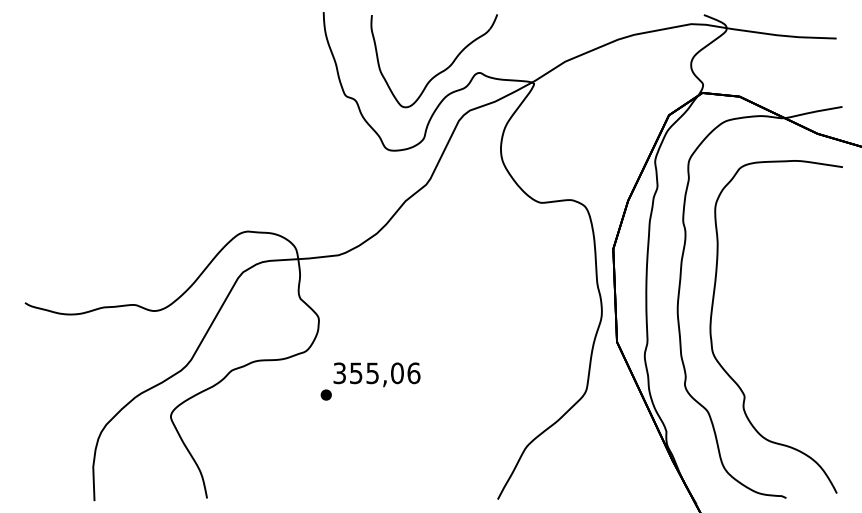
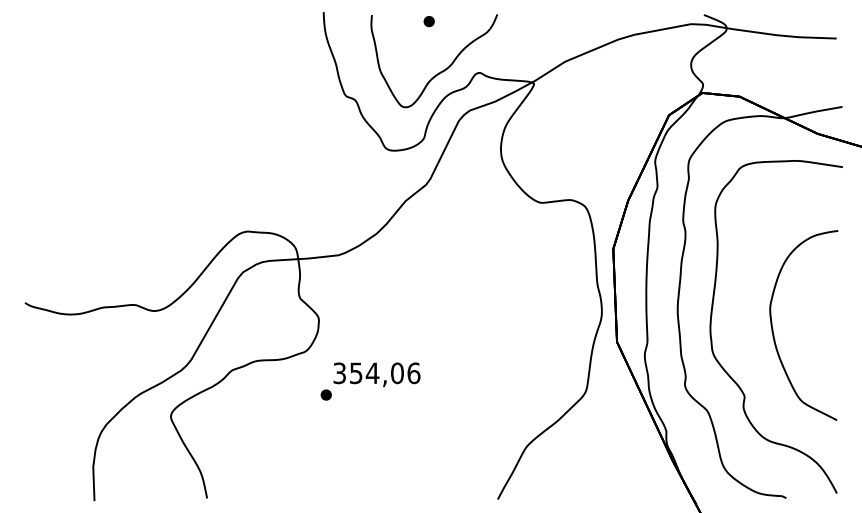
part at (428, 21): none -> present
part at (773, 328): none -> present
text at (372, 373): 355,06 -> 354,06
